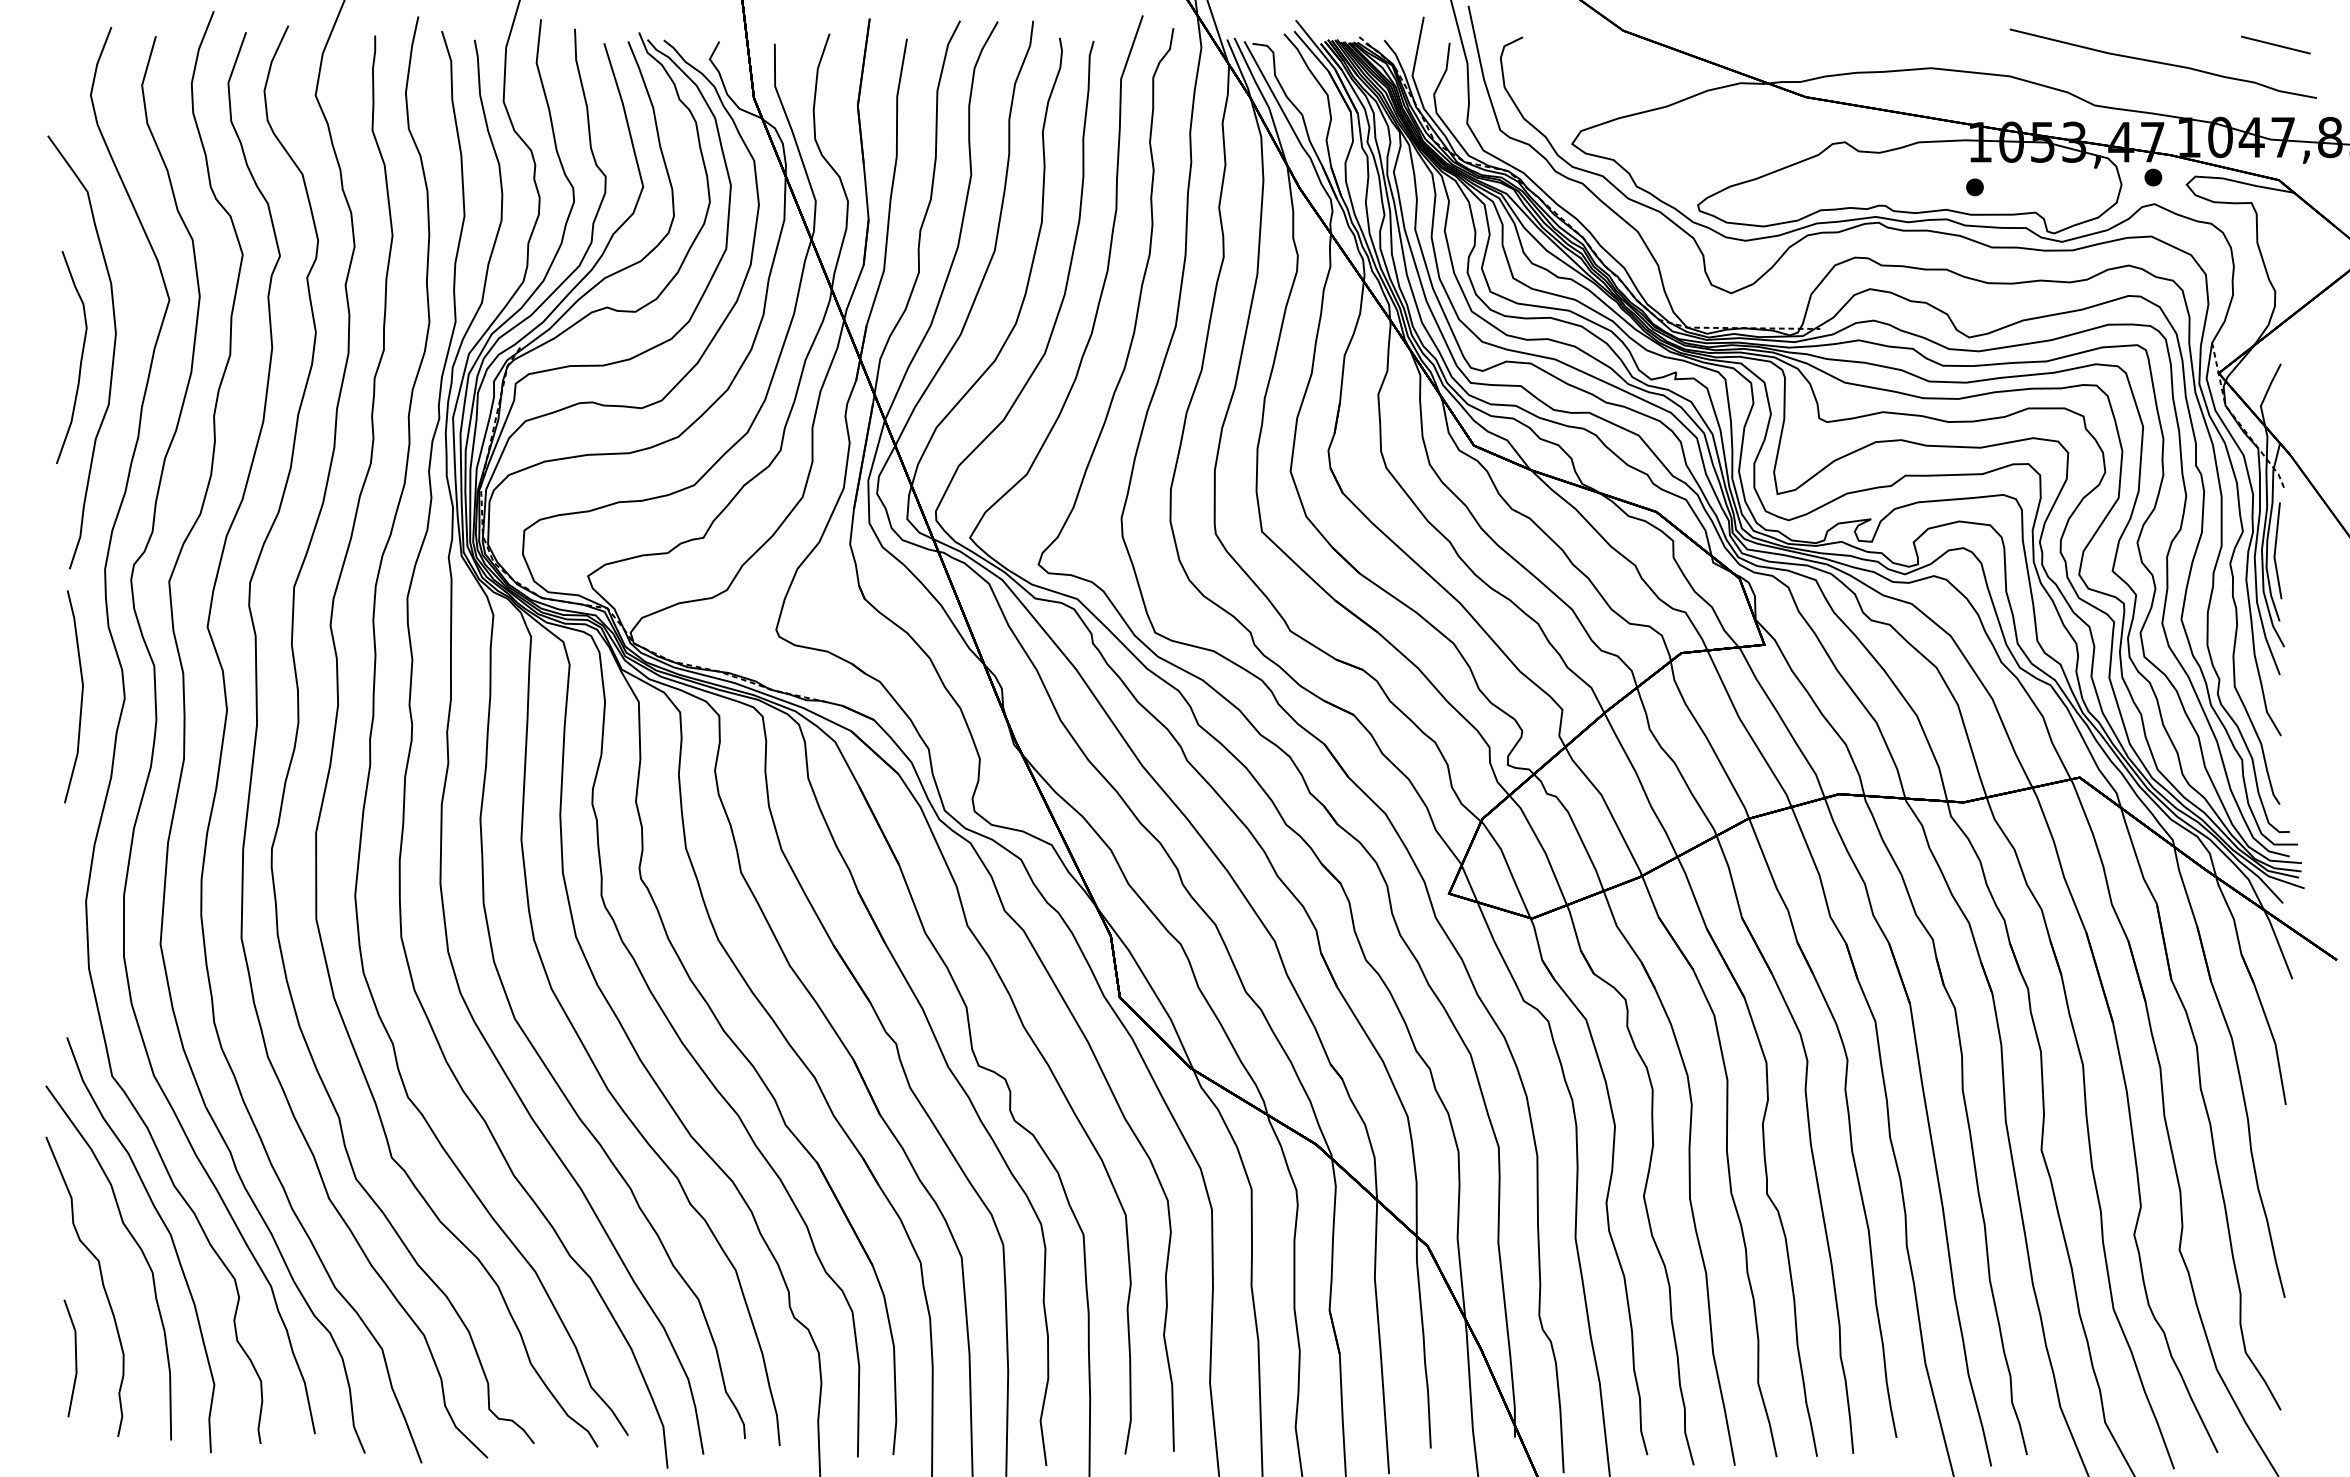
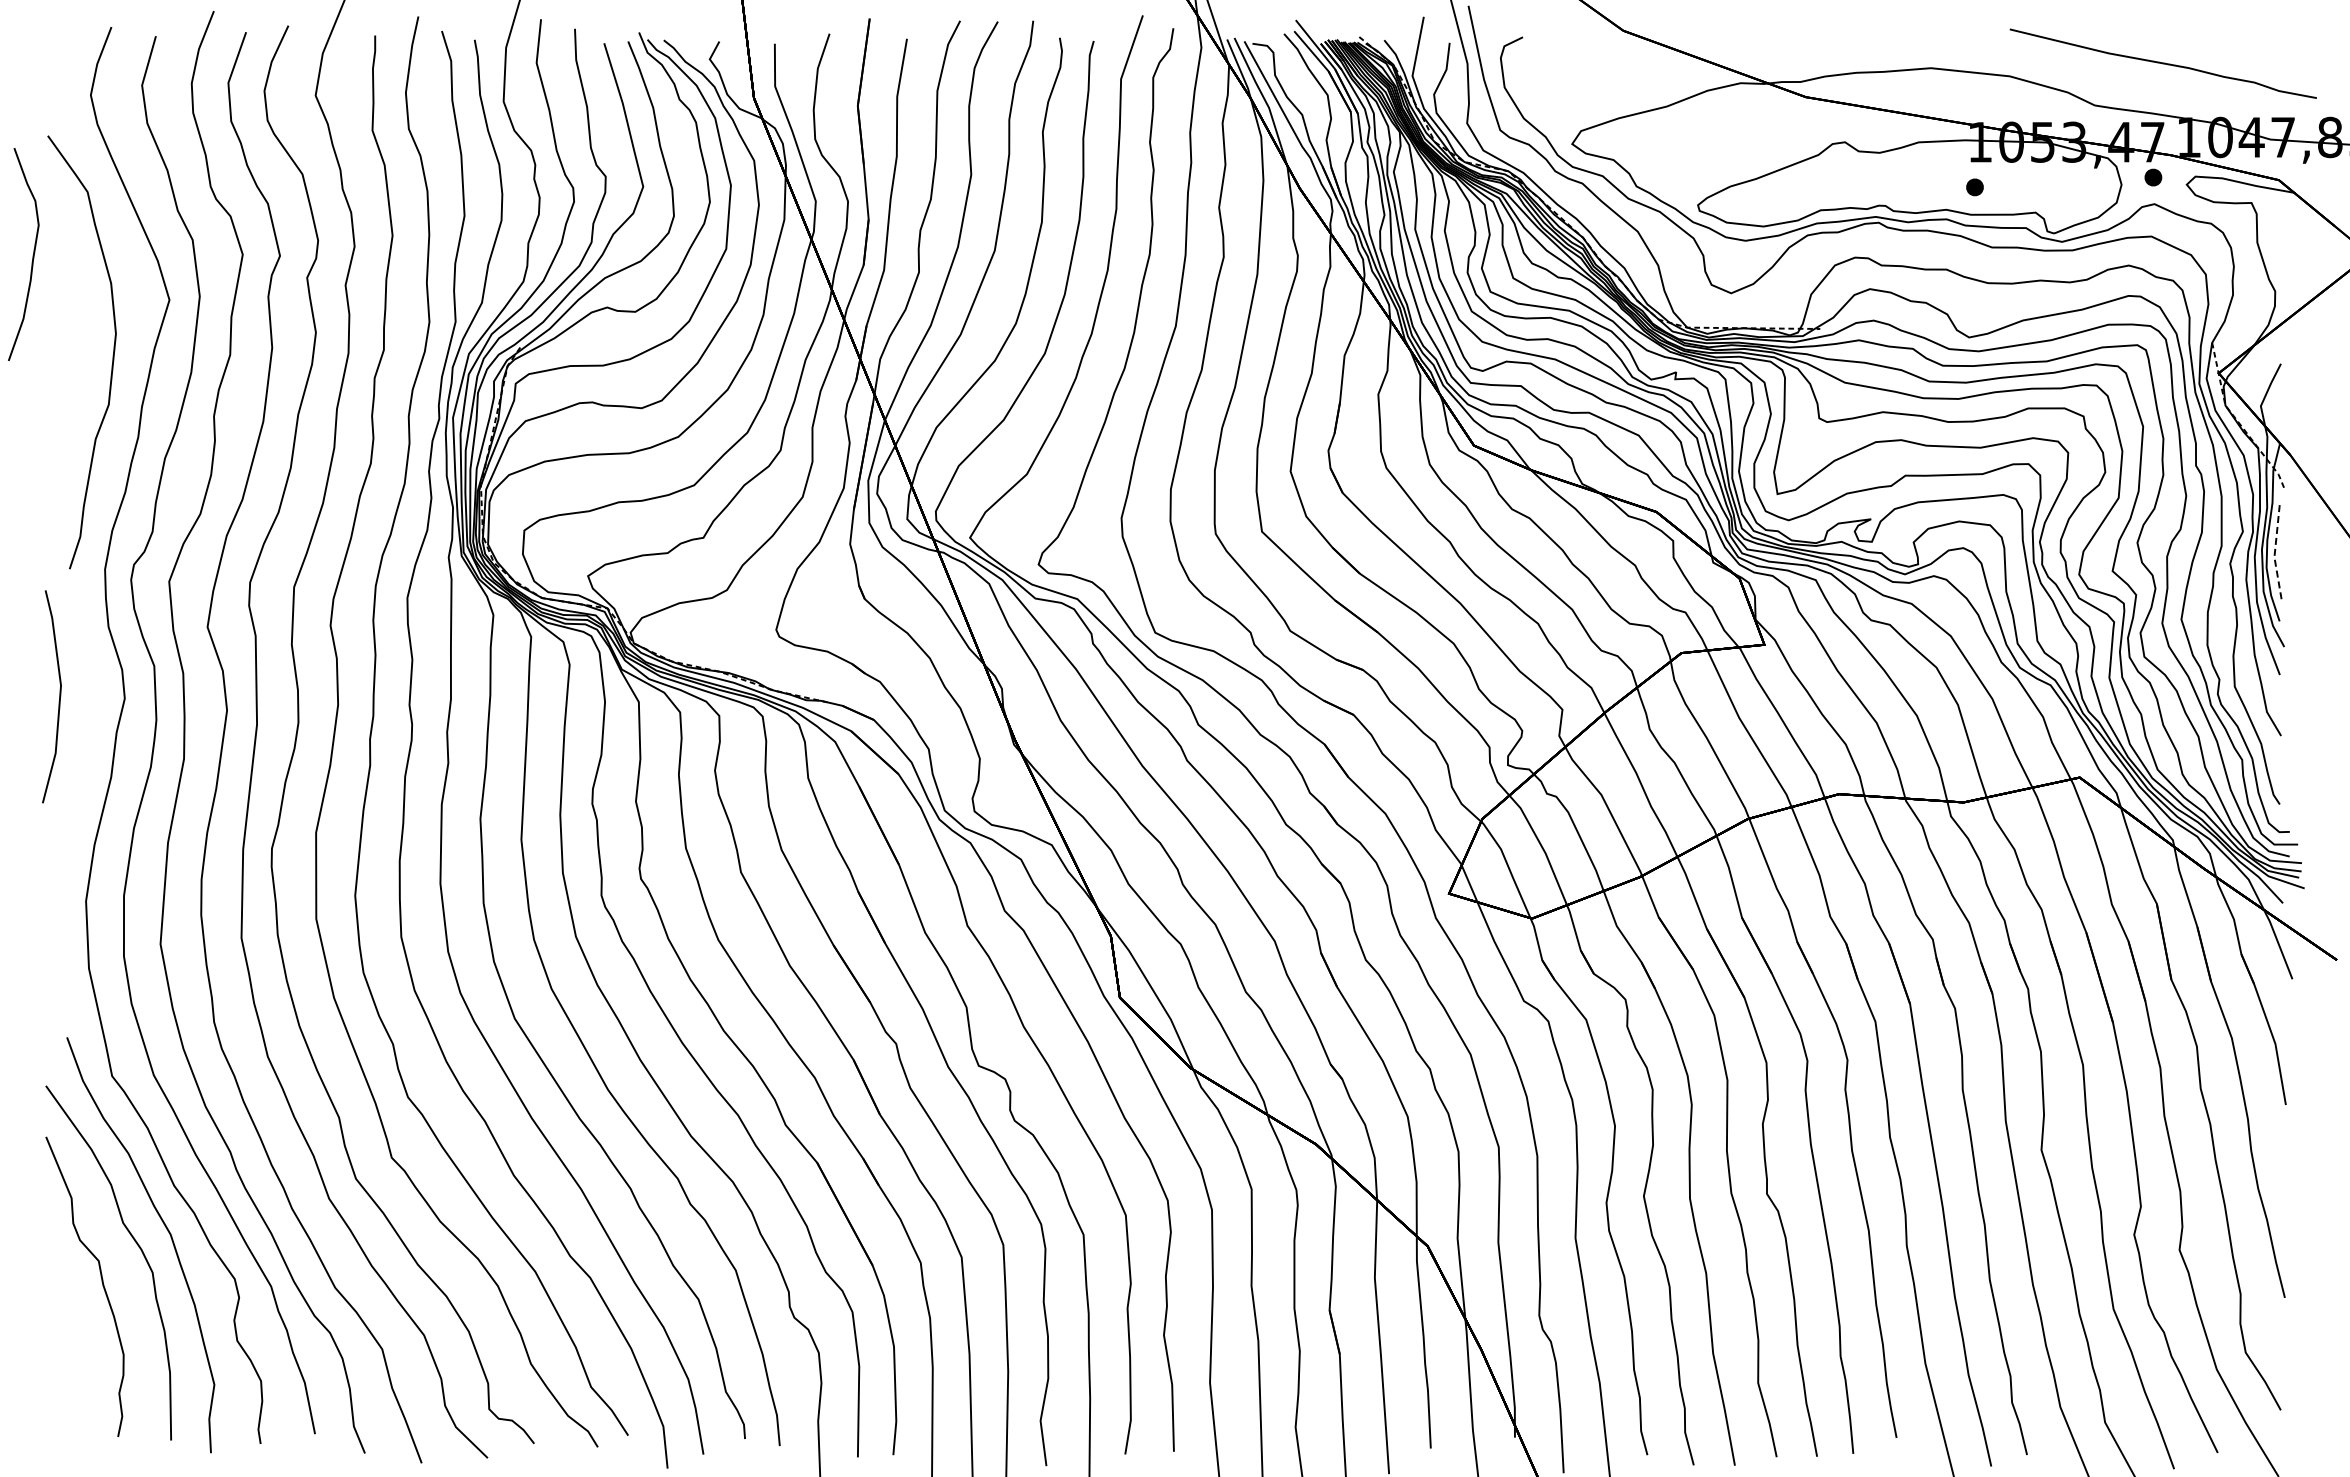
line at (2275, 44): present -> none
curve at (80, 358) position: (80, 358) -> (32, 255)
line at (2275, 551): solid -> dashed
line at (81, 696) position: (81, 696) -> (59, 696)
line at (75, 1358): present -> none
